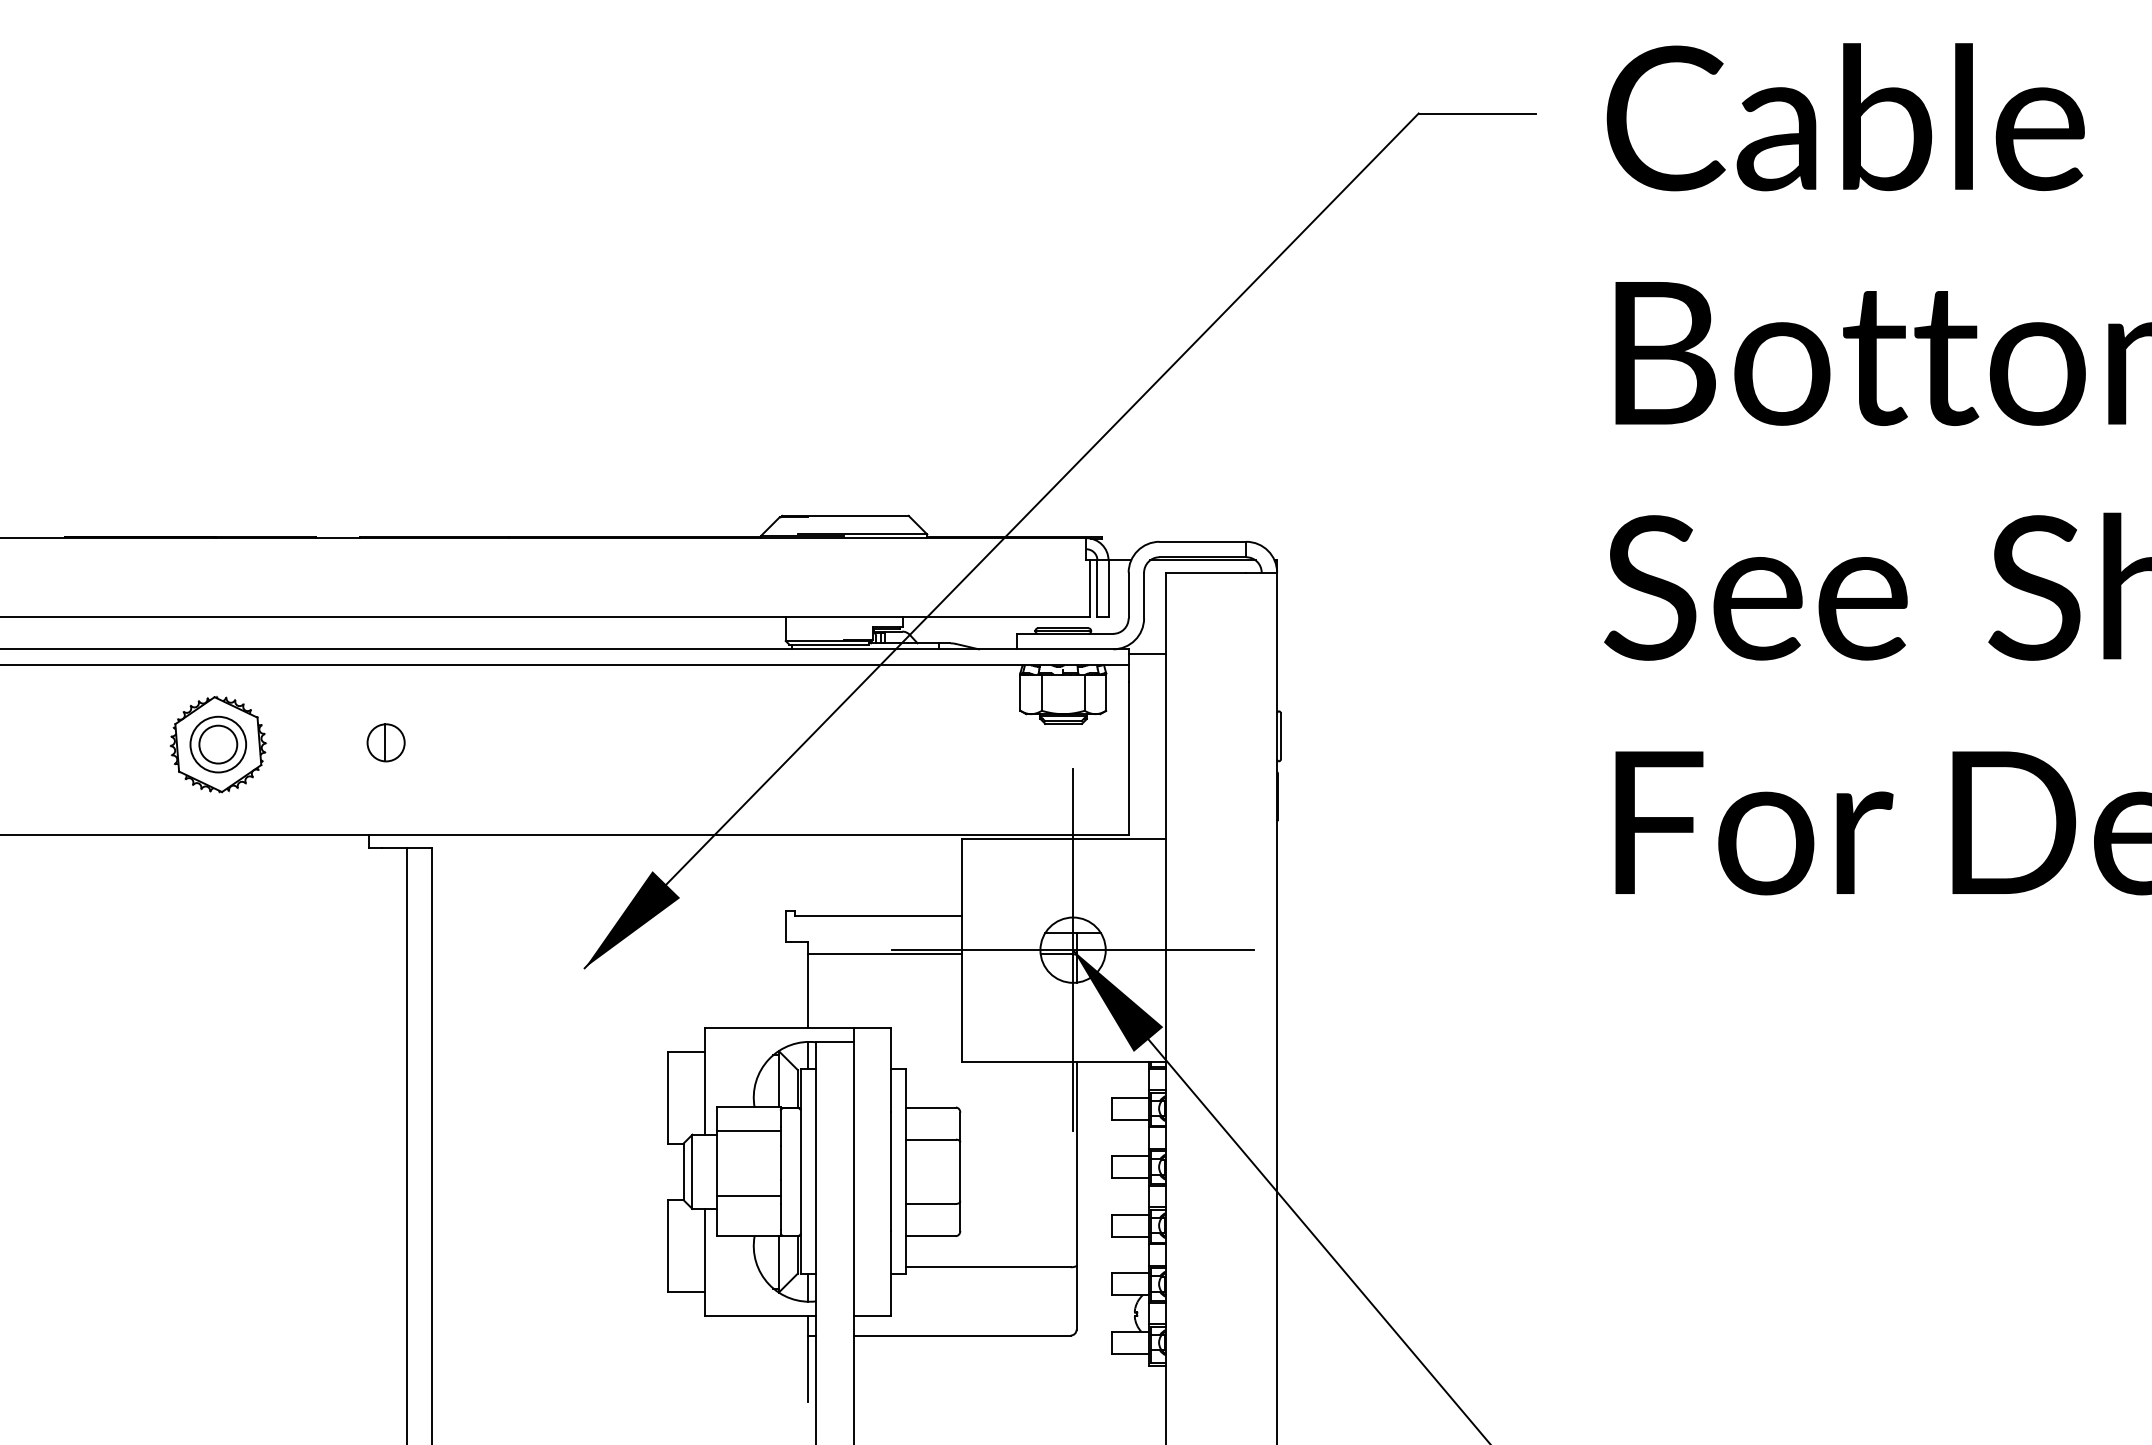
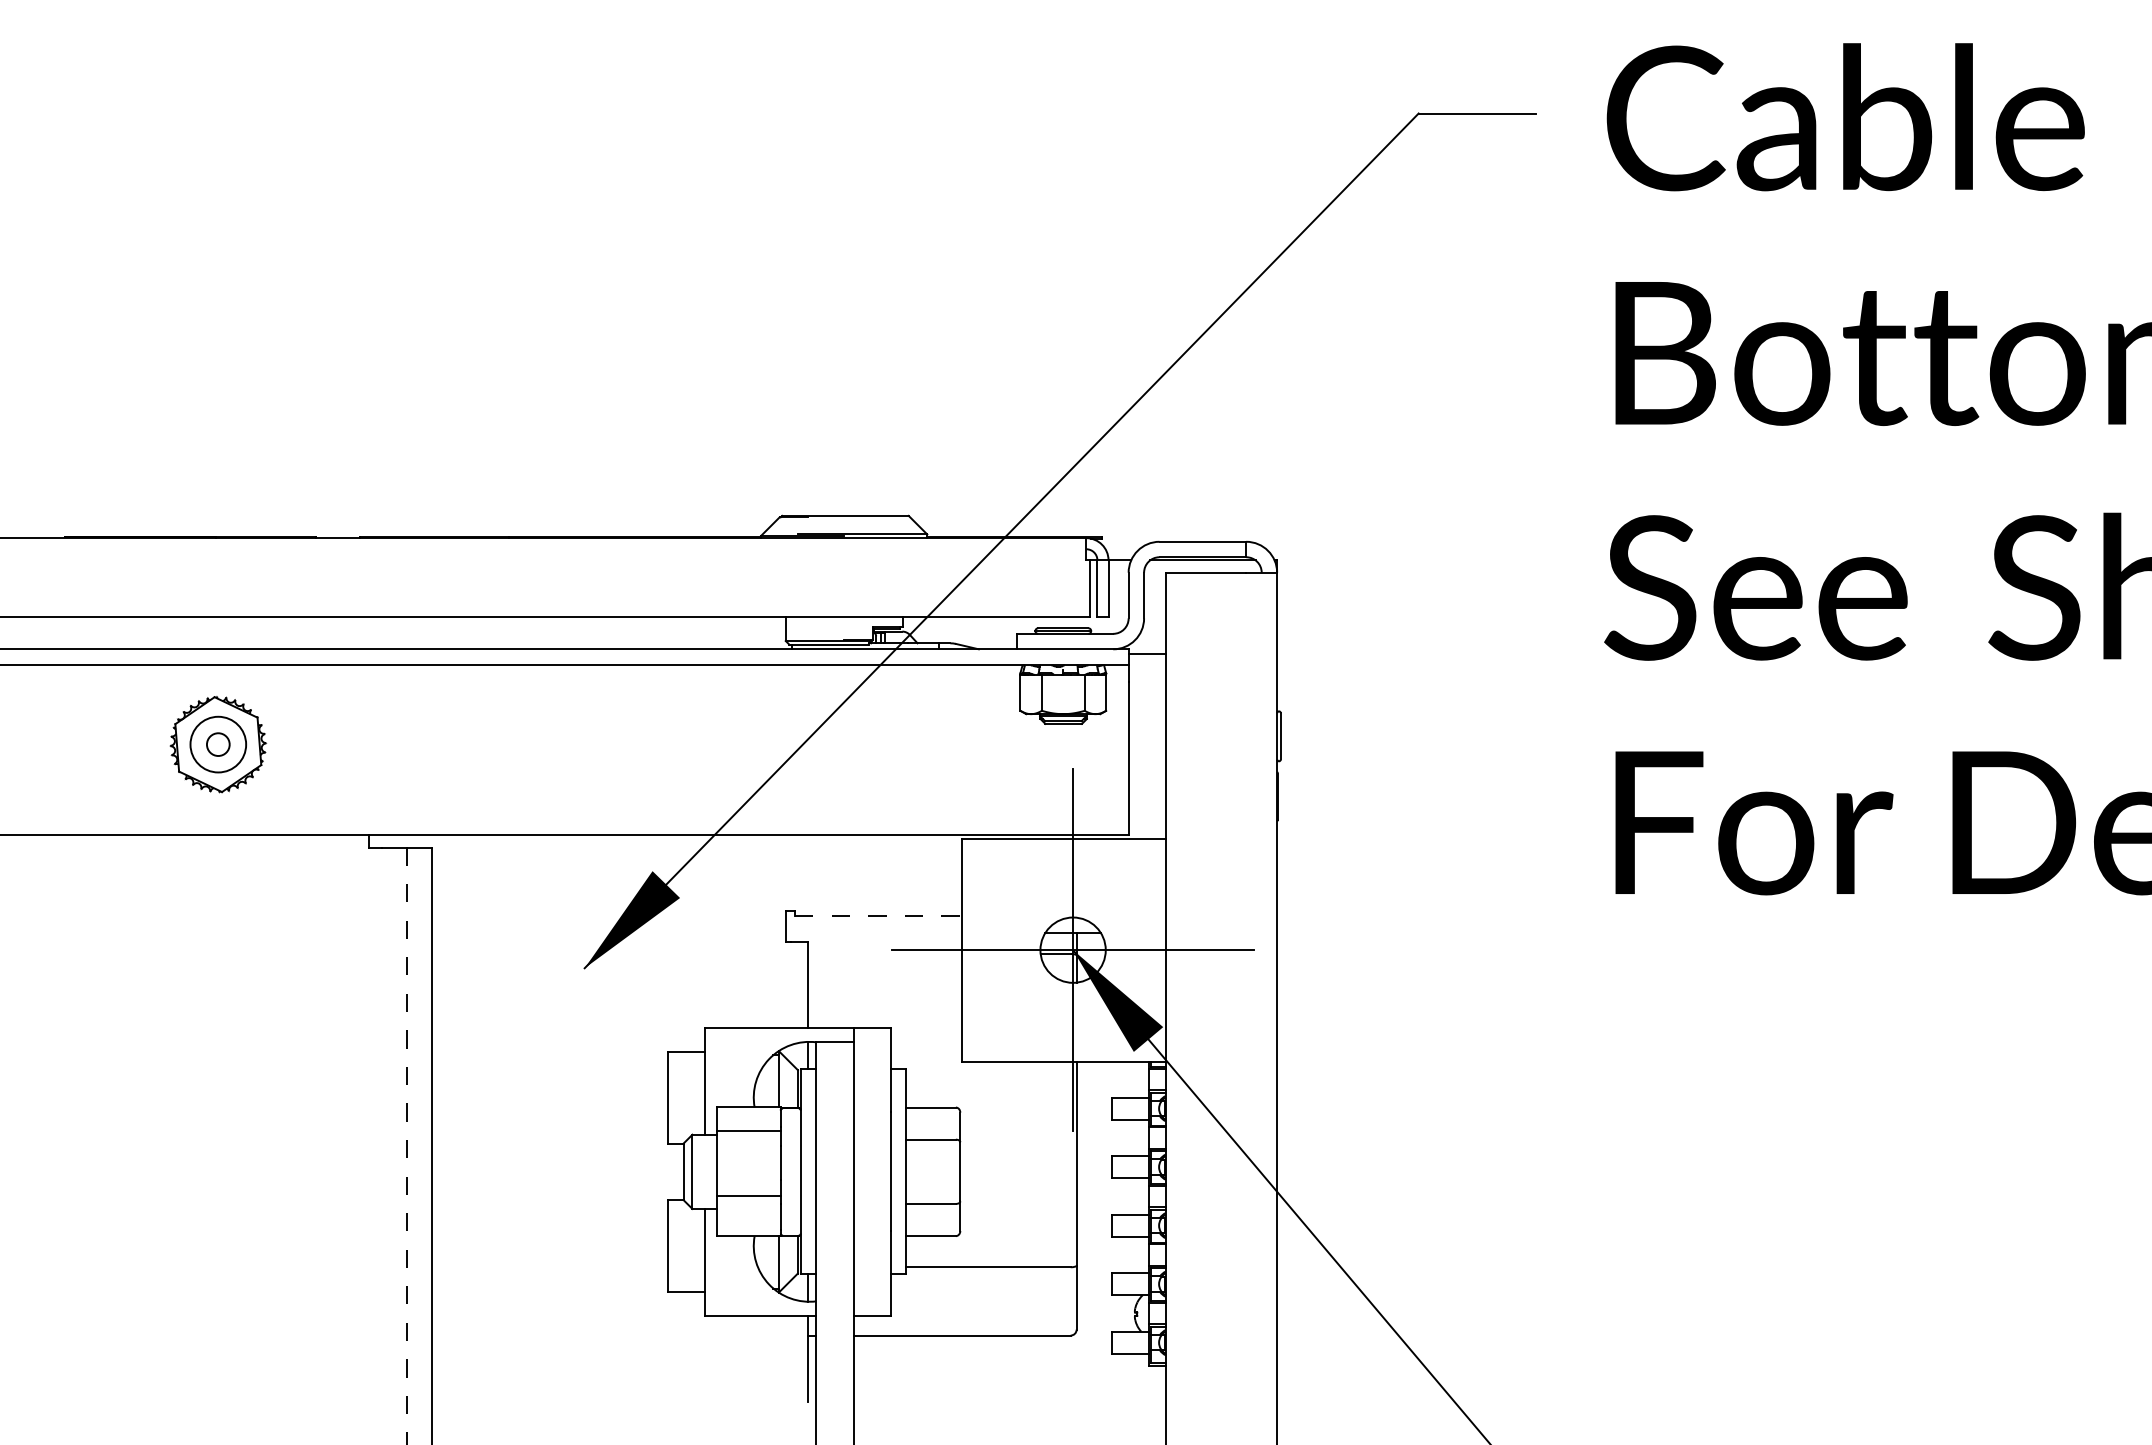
part at (385, 742): present -> none
circle at (218, 744) diameter: 38 px -> 23 px
line at (878, 915): solid -> dashed
line at (884, 953): present -> none
line at (406, 1146): solid -> dashed
